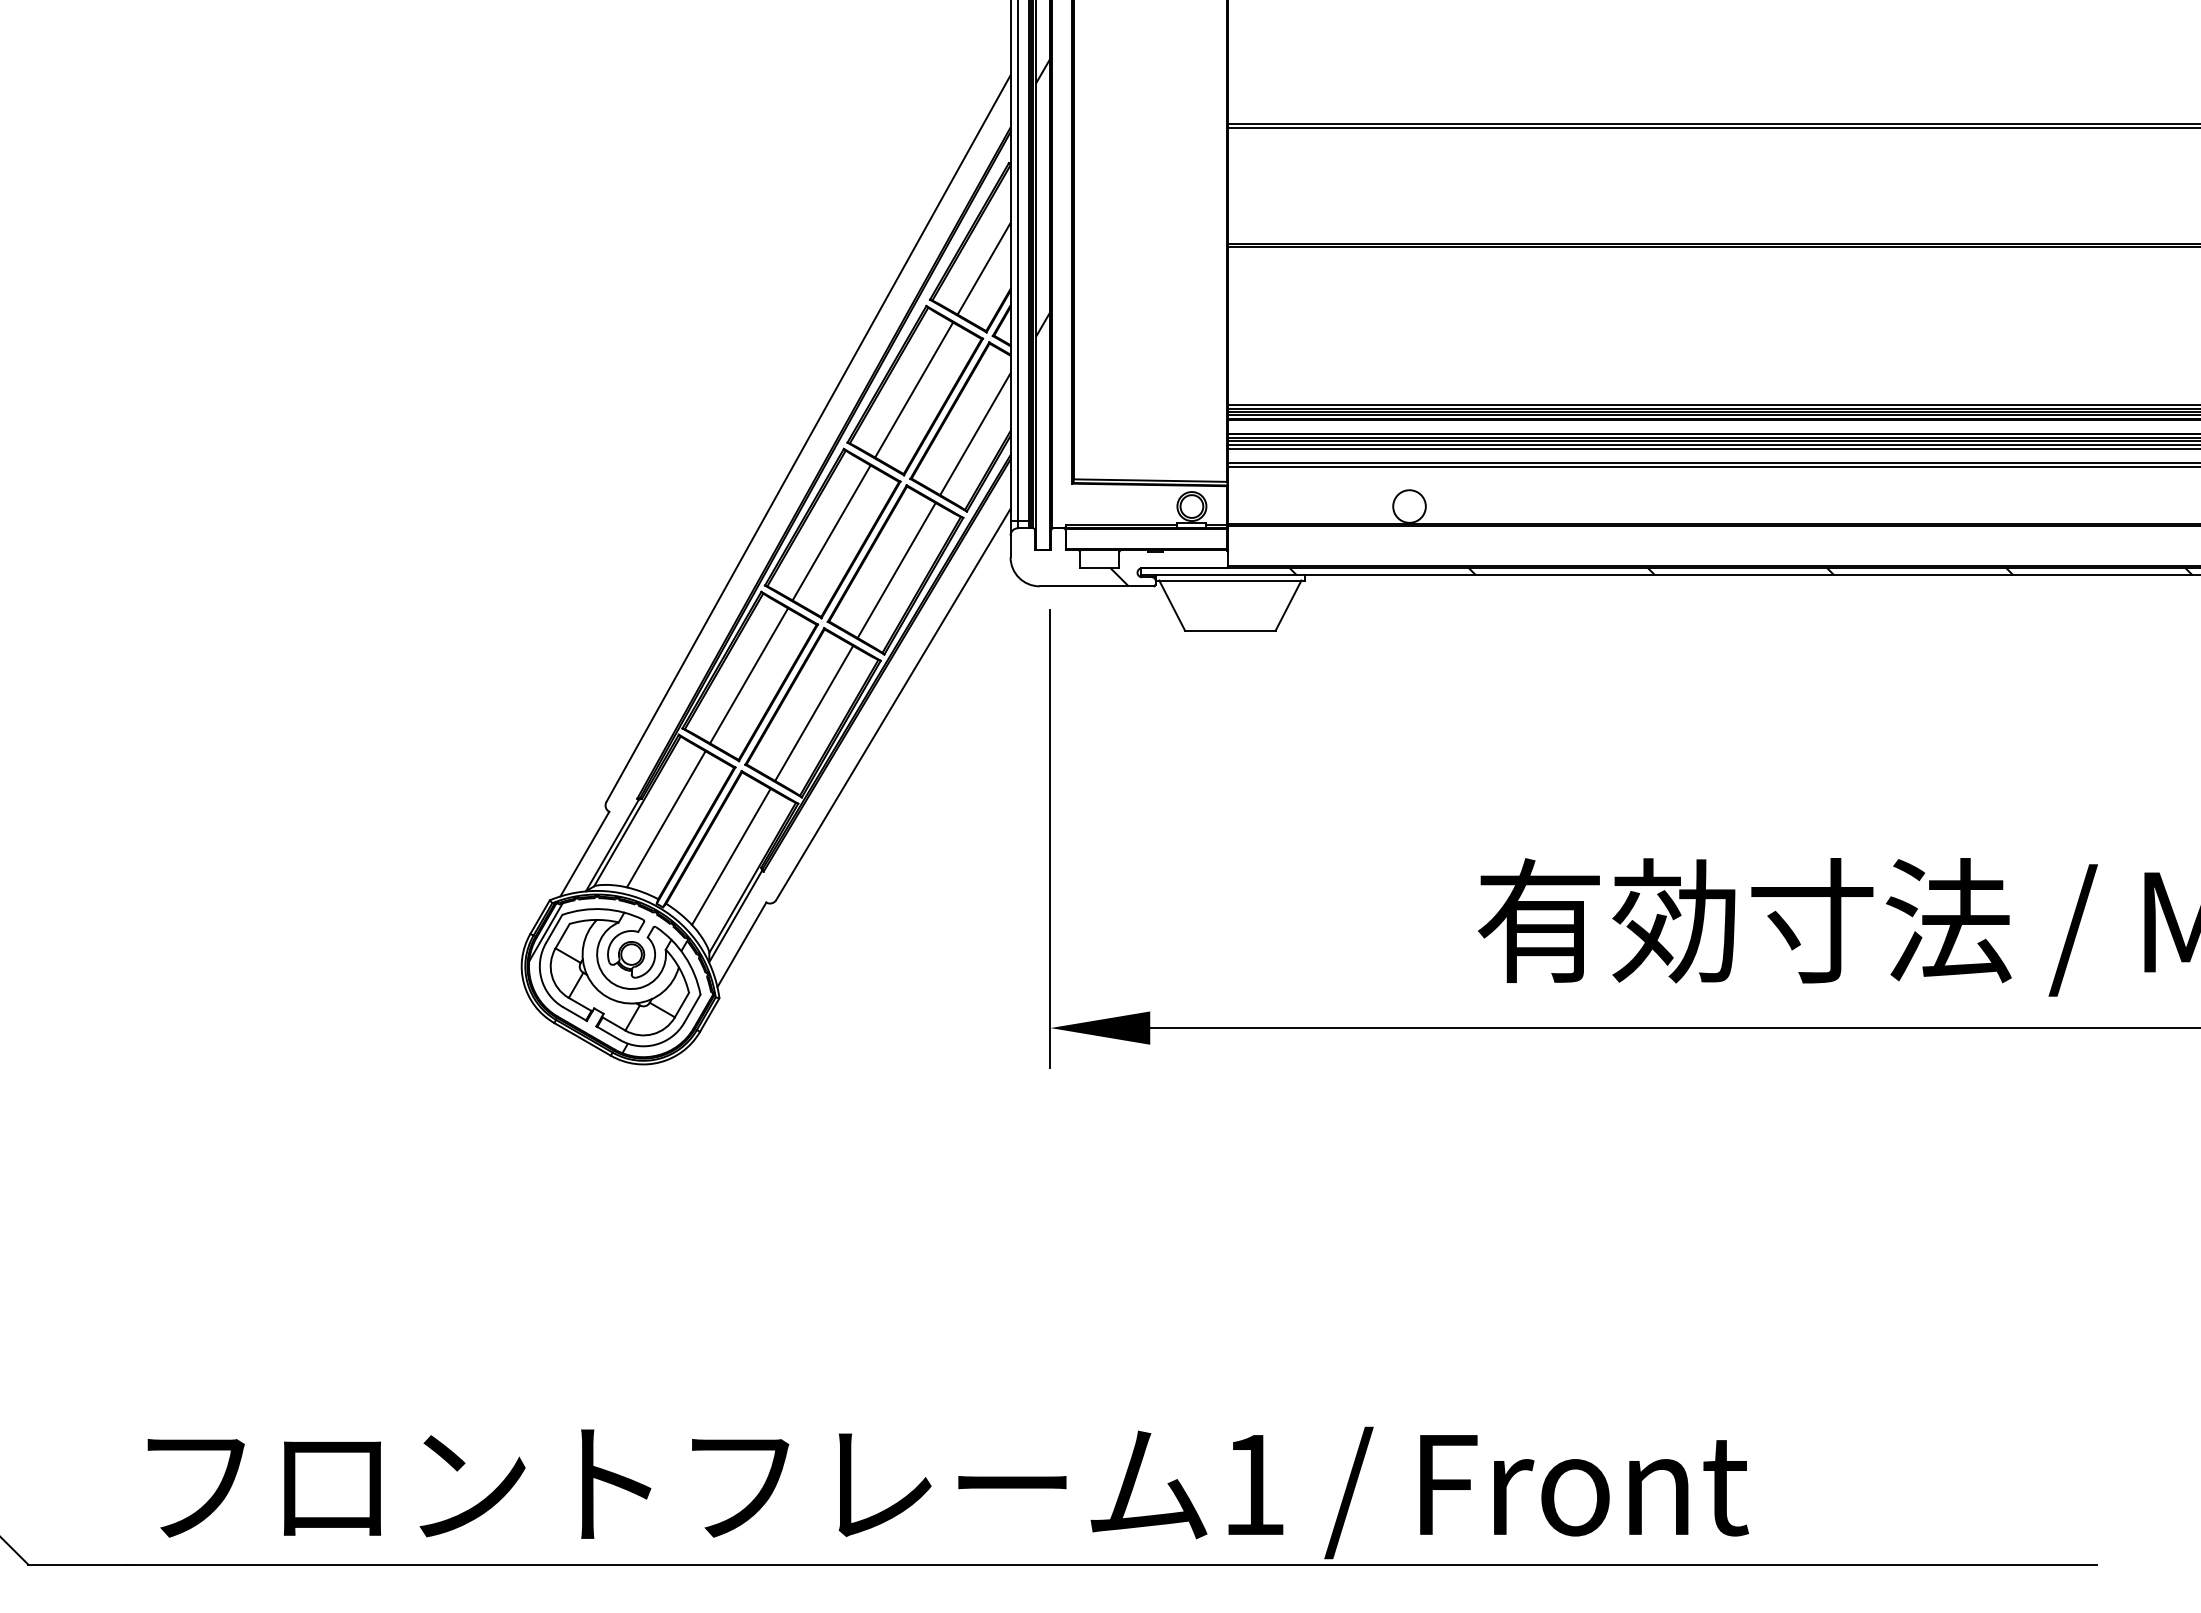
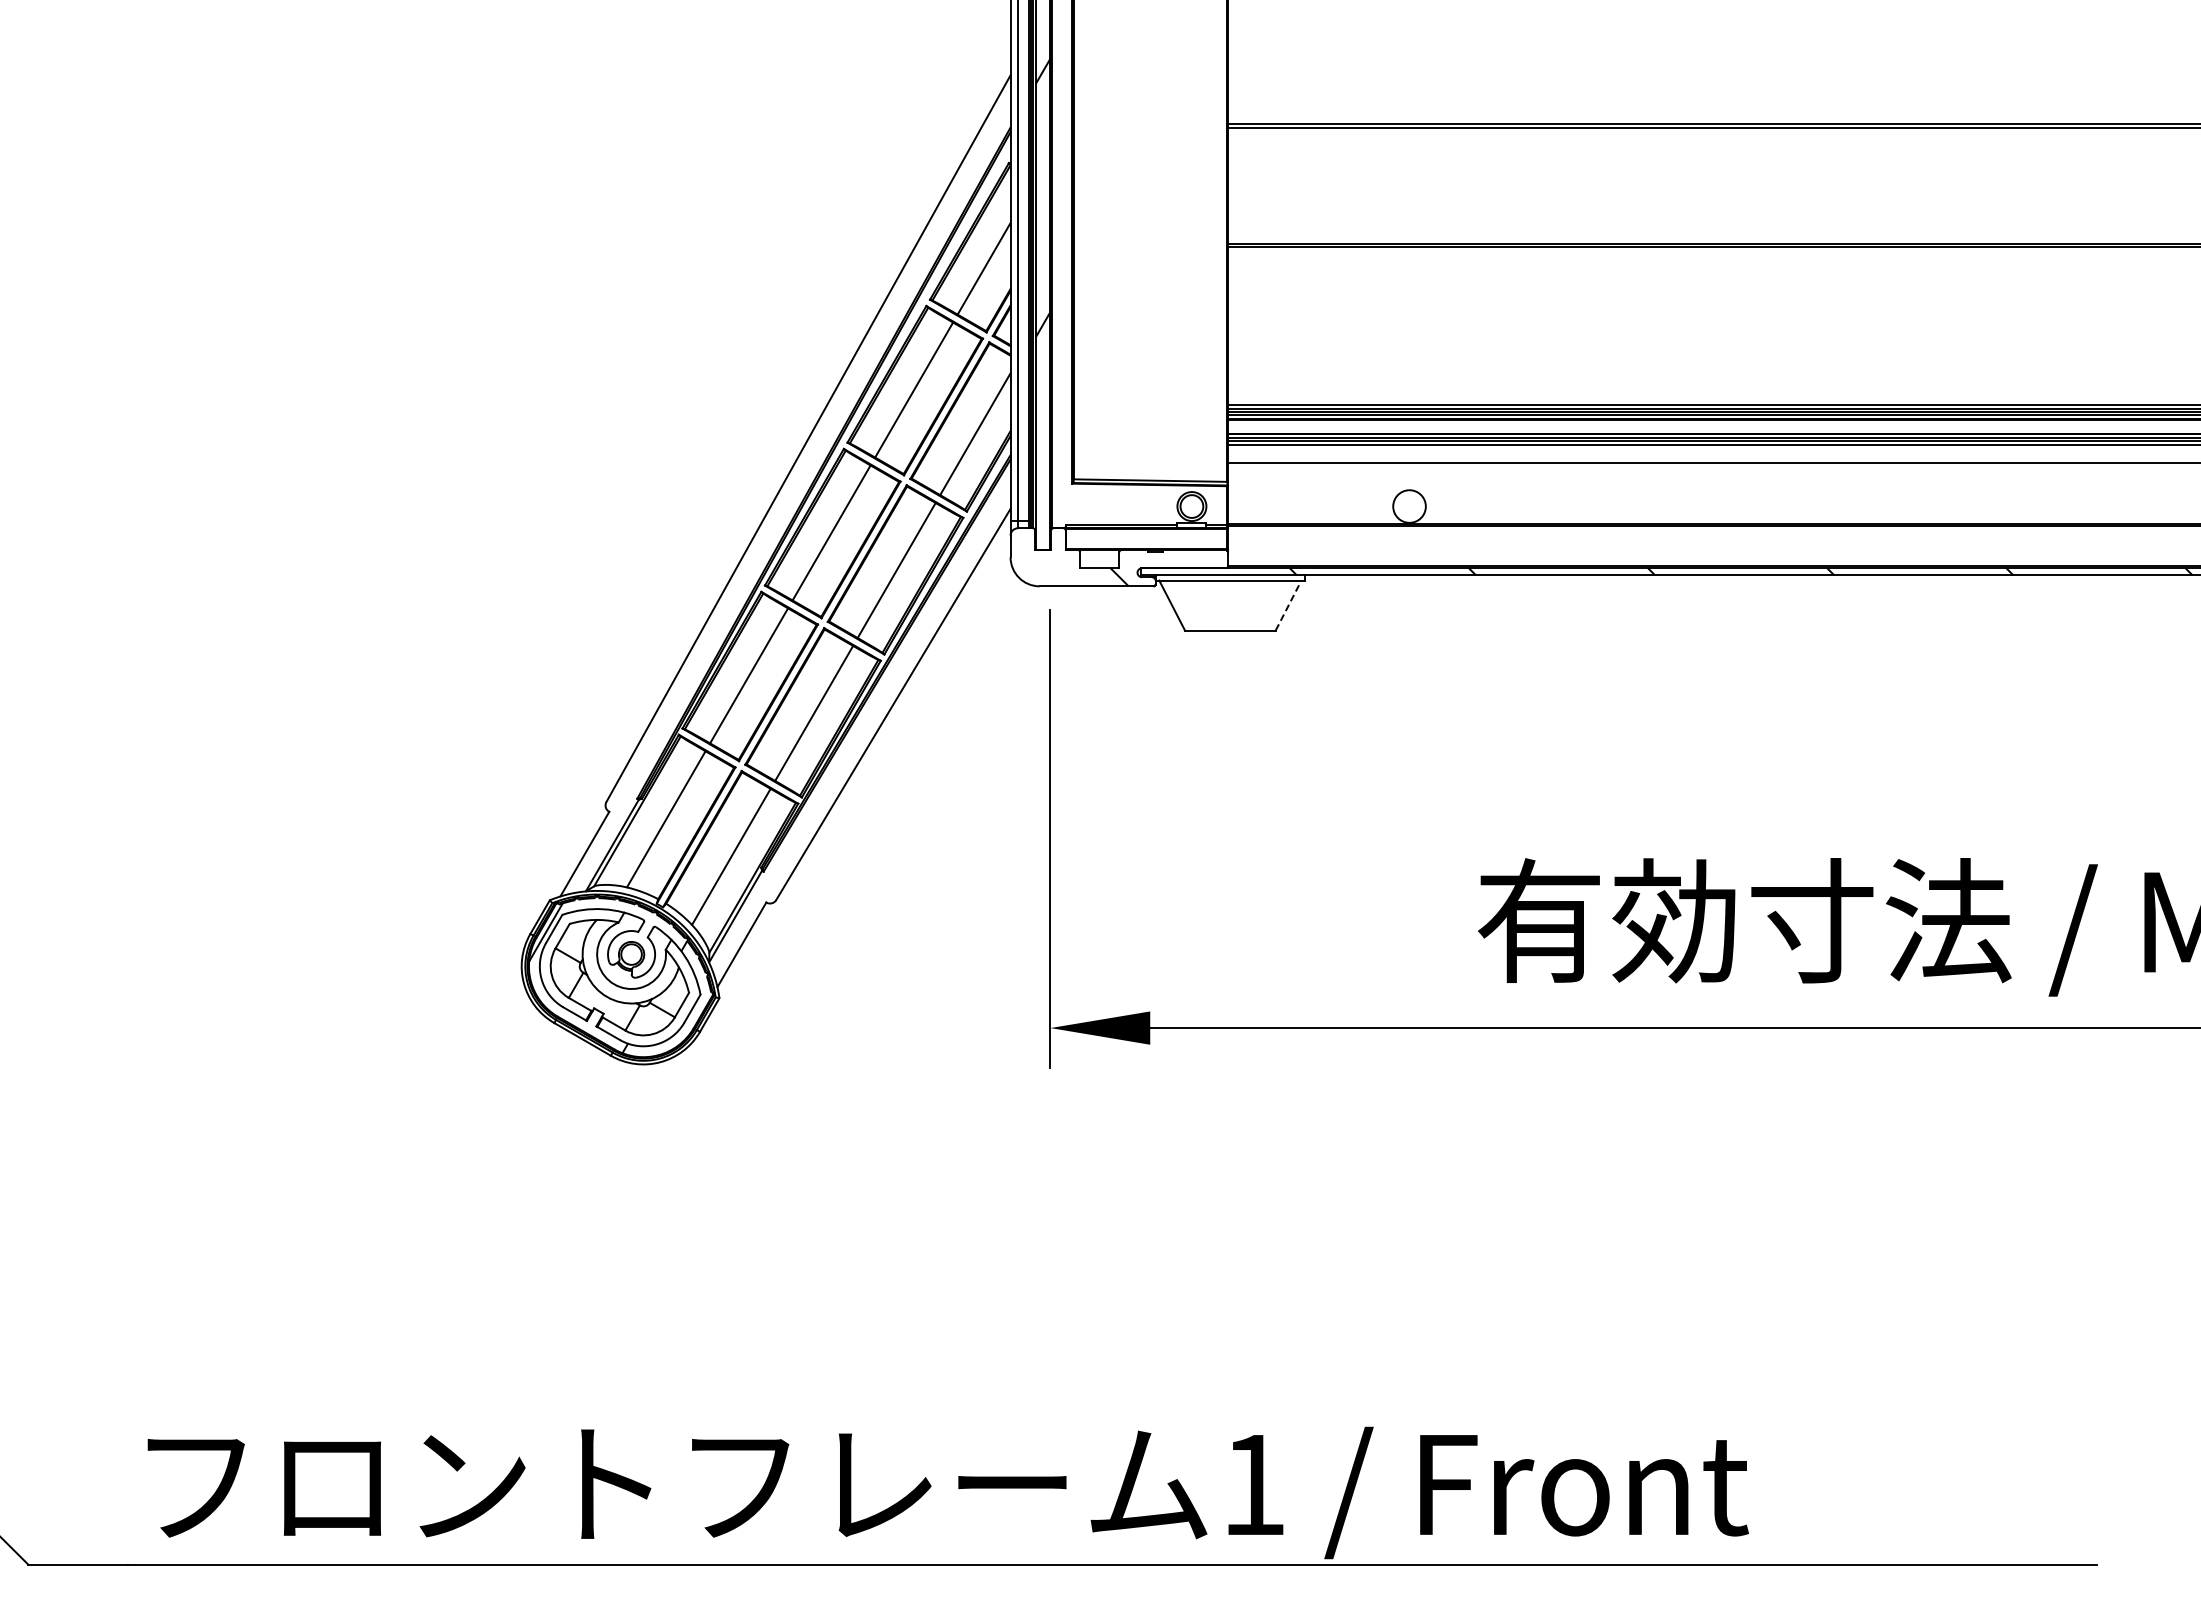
line at (1712, 448): present -> none
line at (1712, 466): present -> none
line at (1288, 605): solid -> dashed
